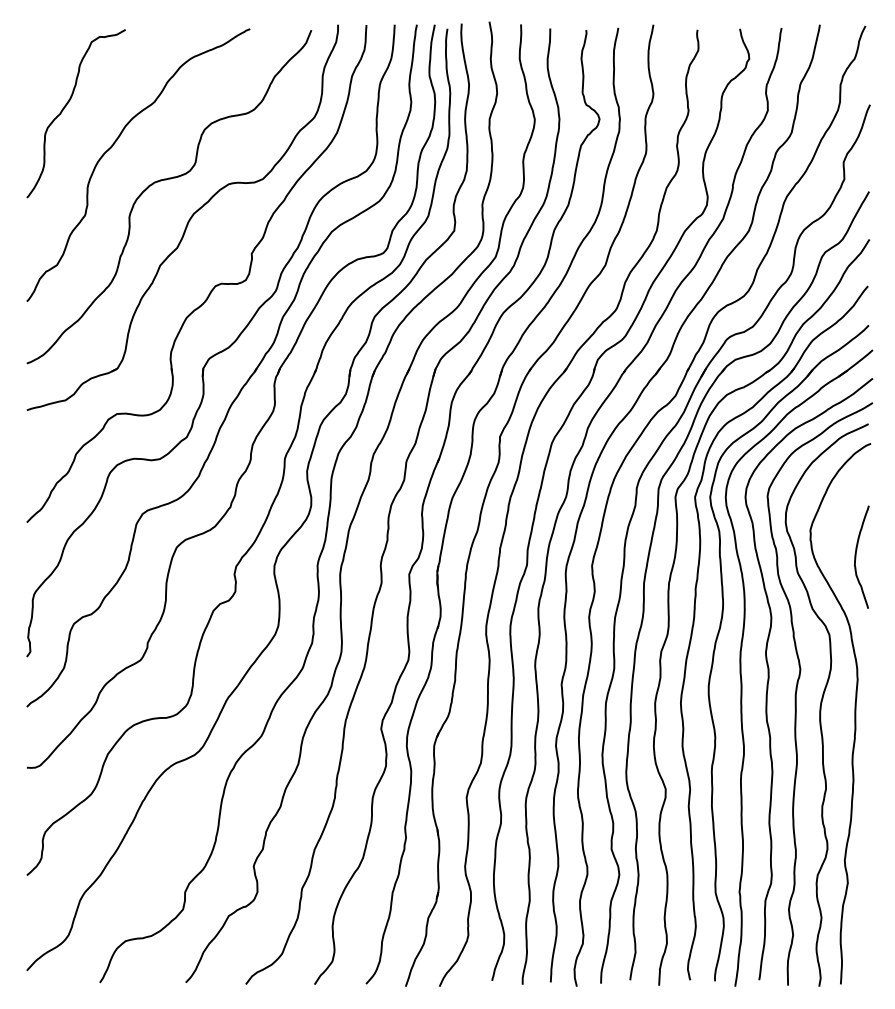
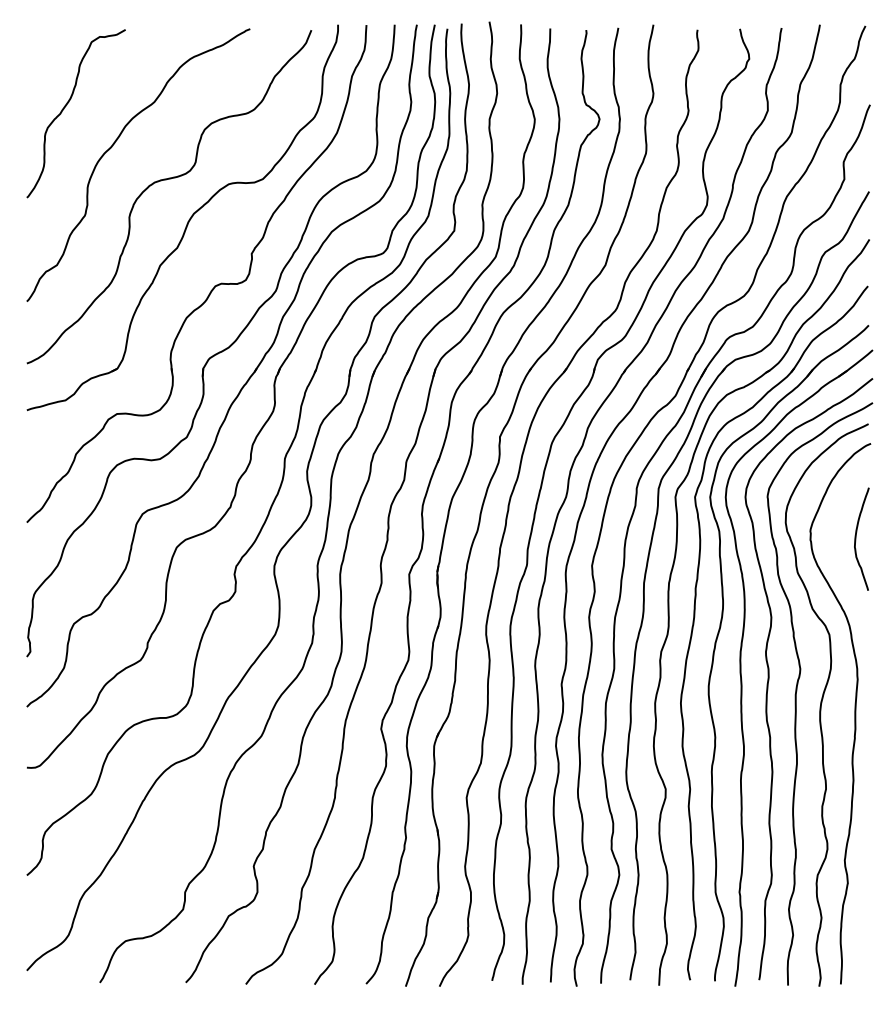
curve at (856, 556) position: (856, 556) -> (856, 538)
